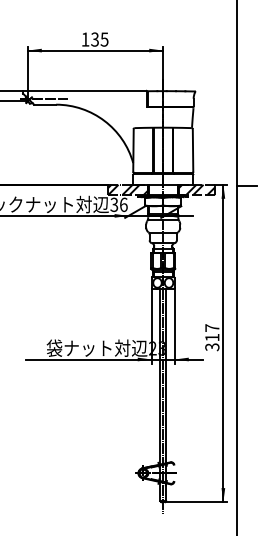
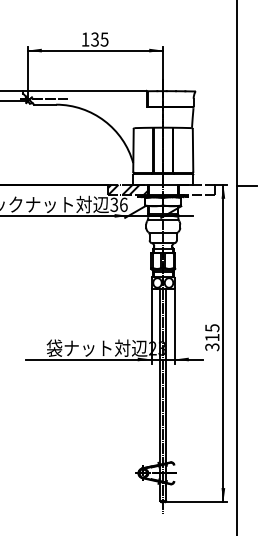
hatch at (196, 189): present -> none
text at (212, 328): 317 -> 315
